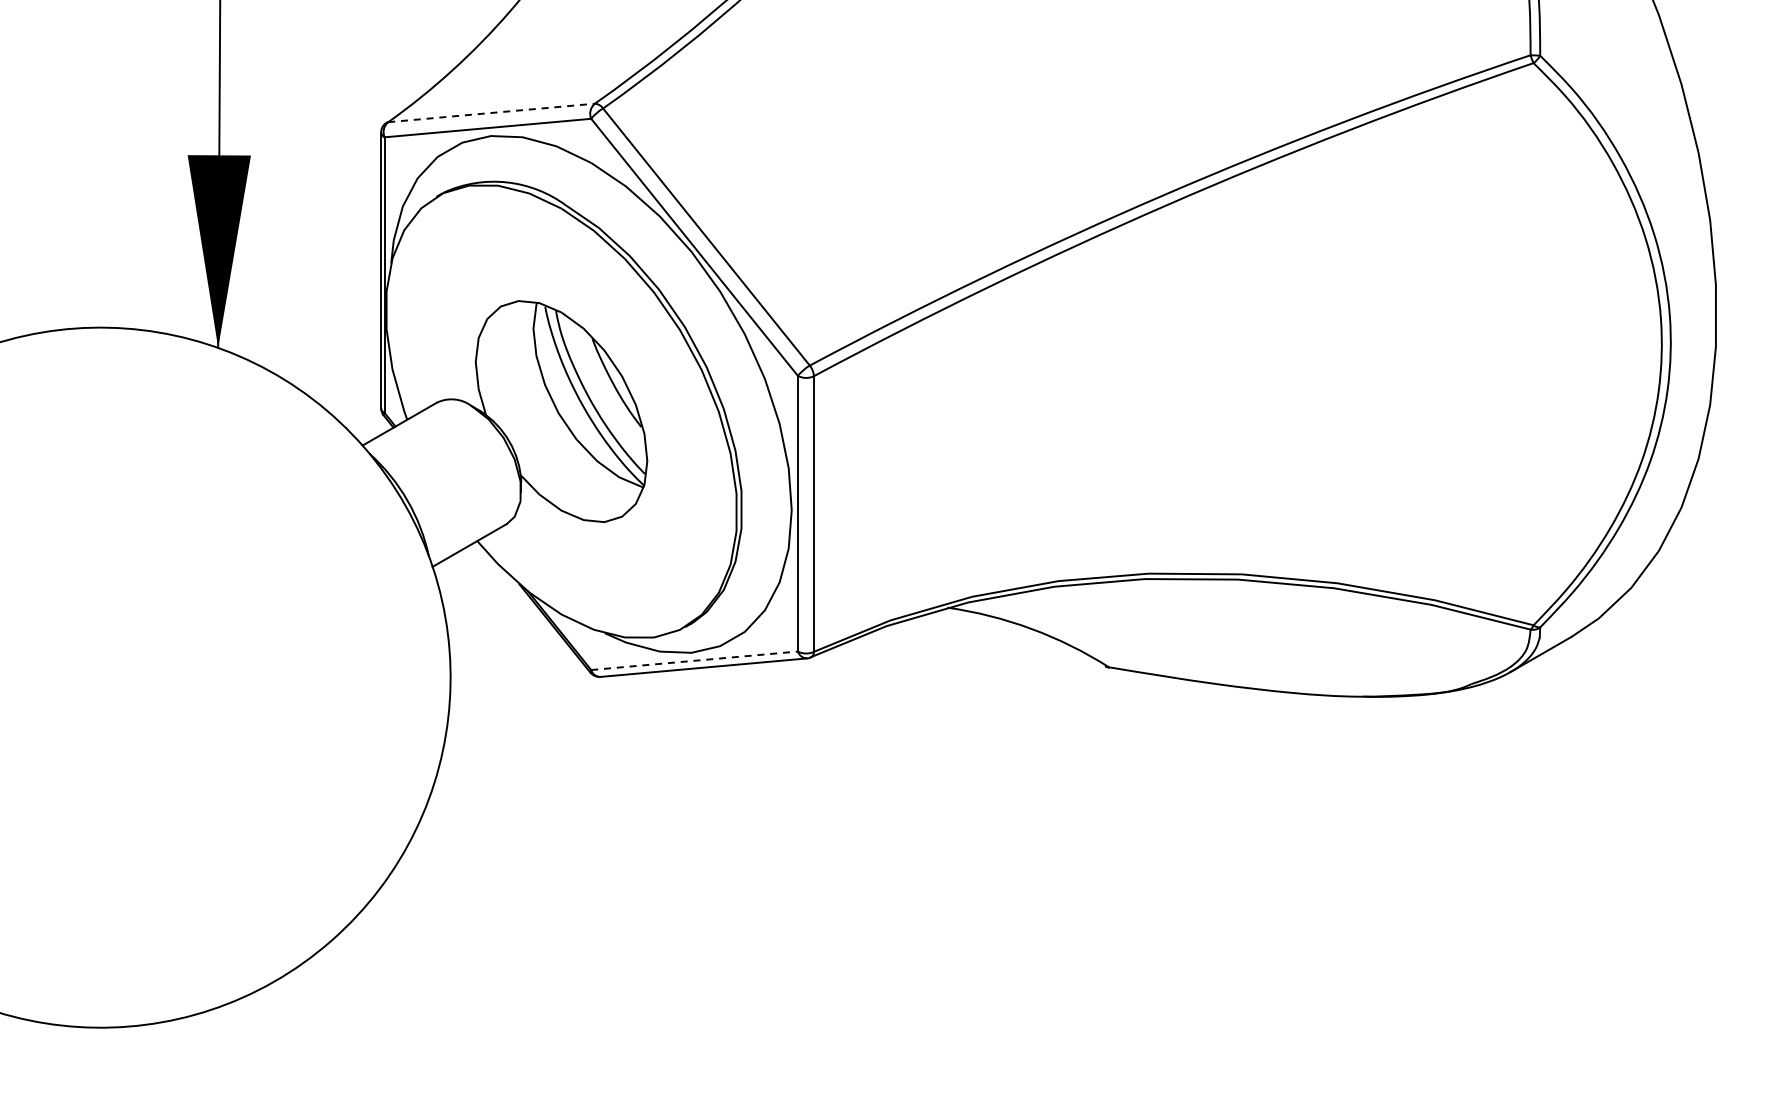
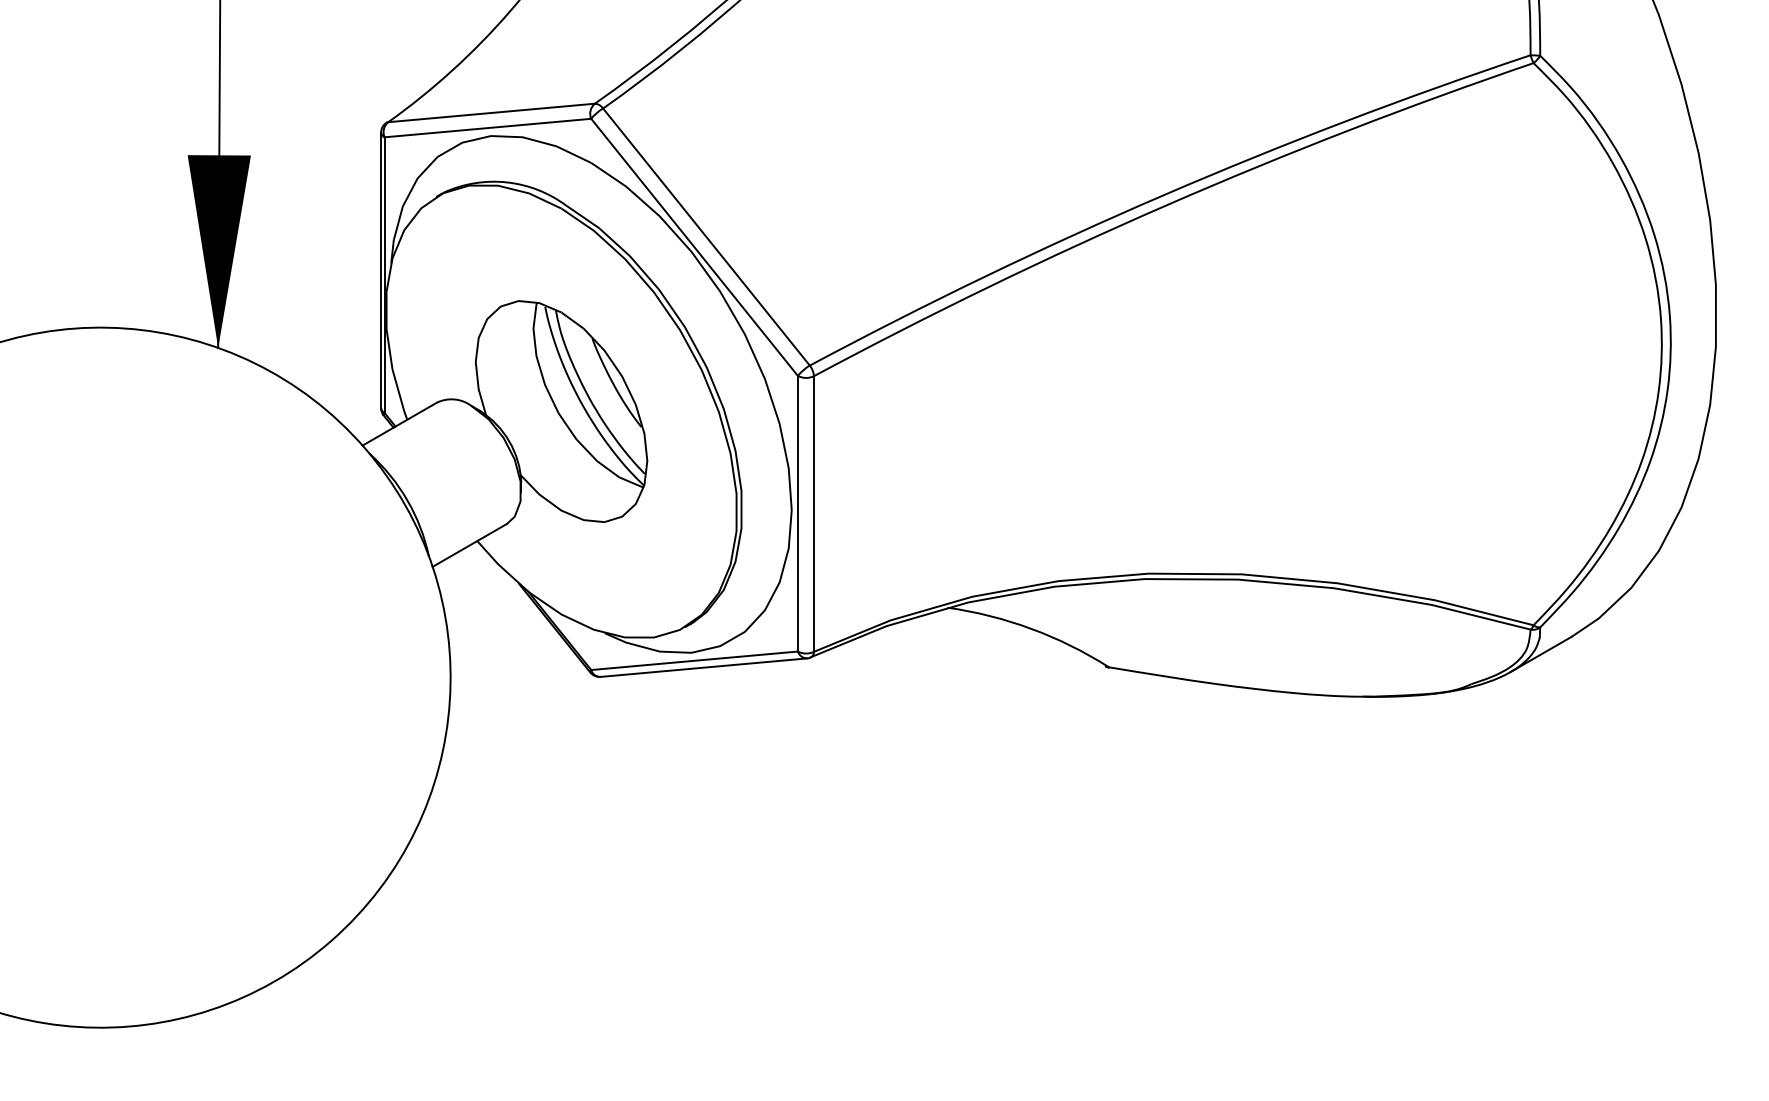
line at (491, 112): dashed -> solid
line at (694, 660): dashed -> solid
